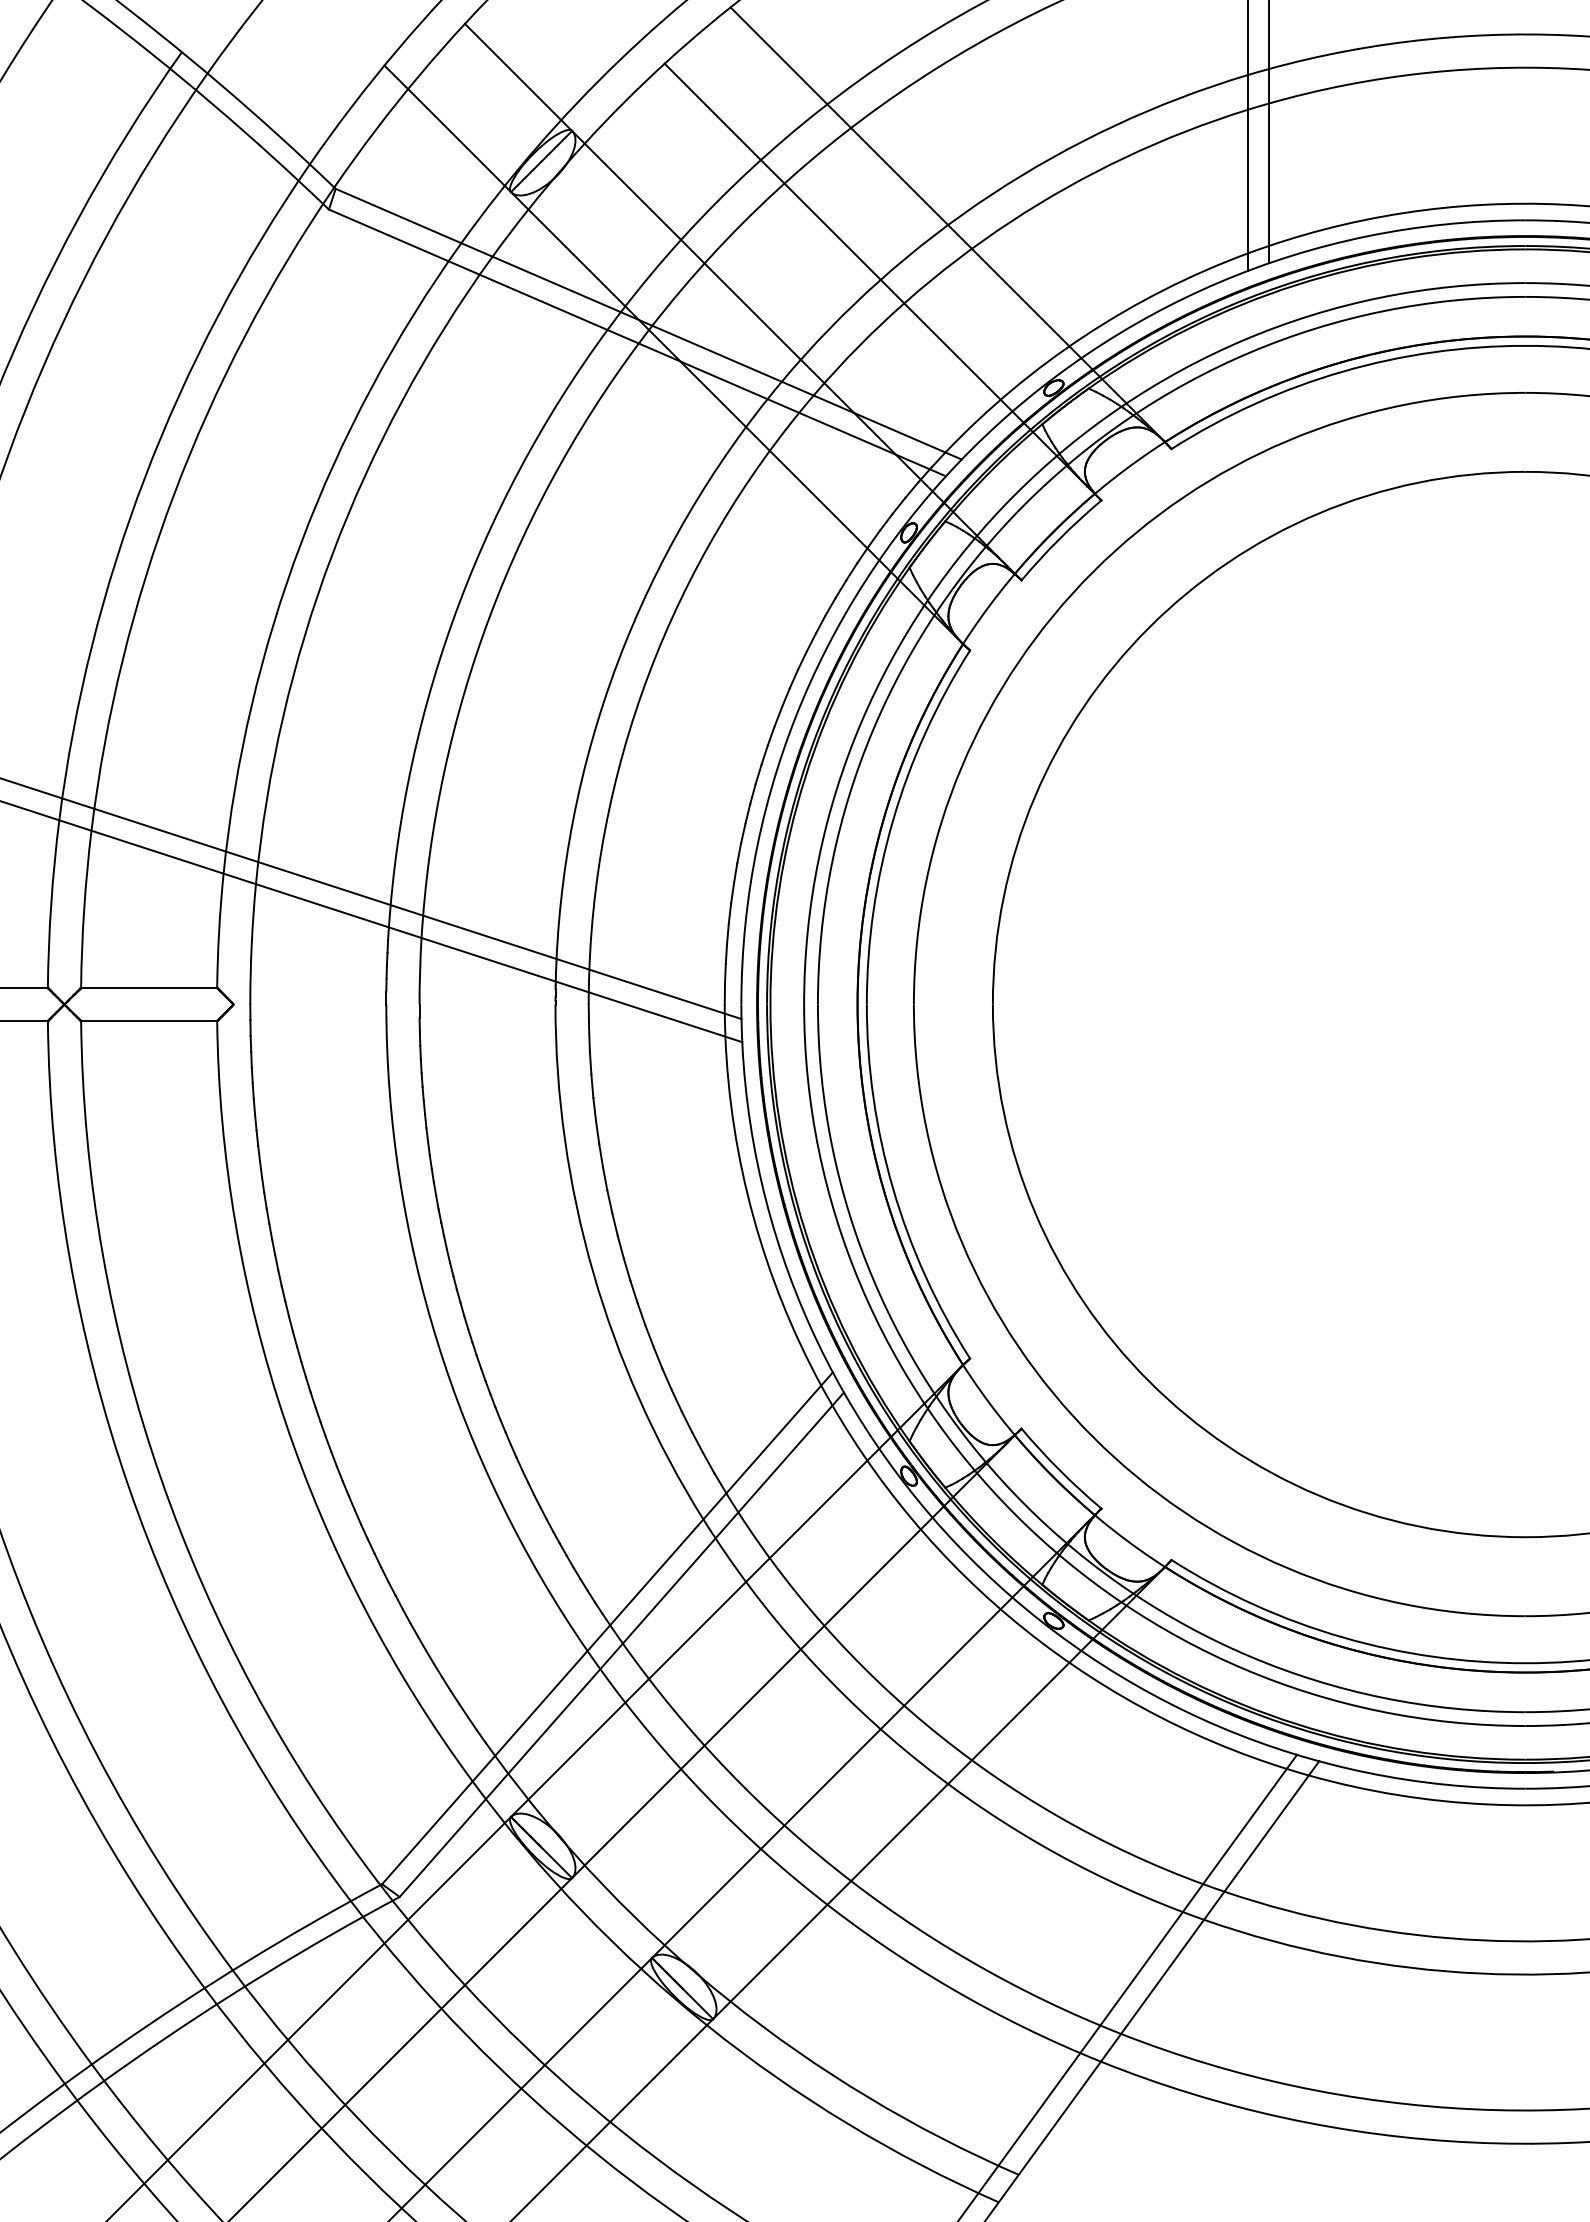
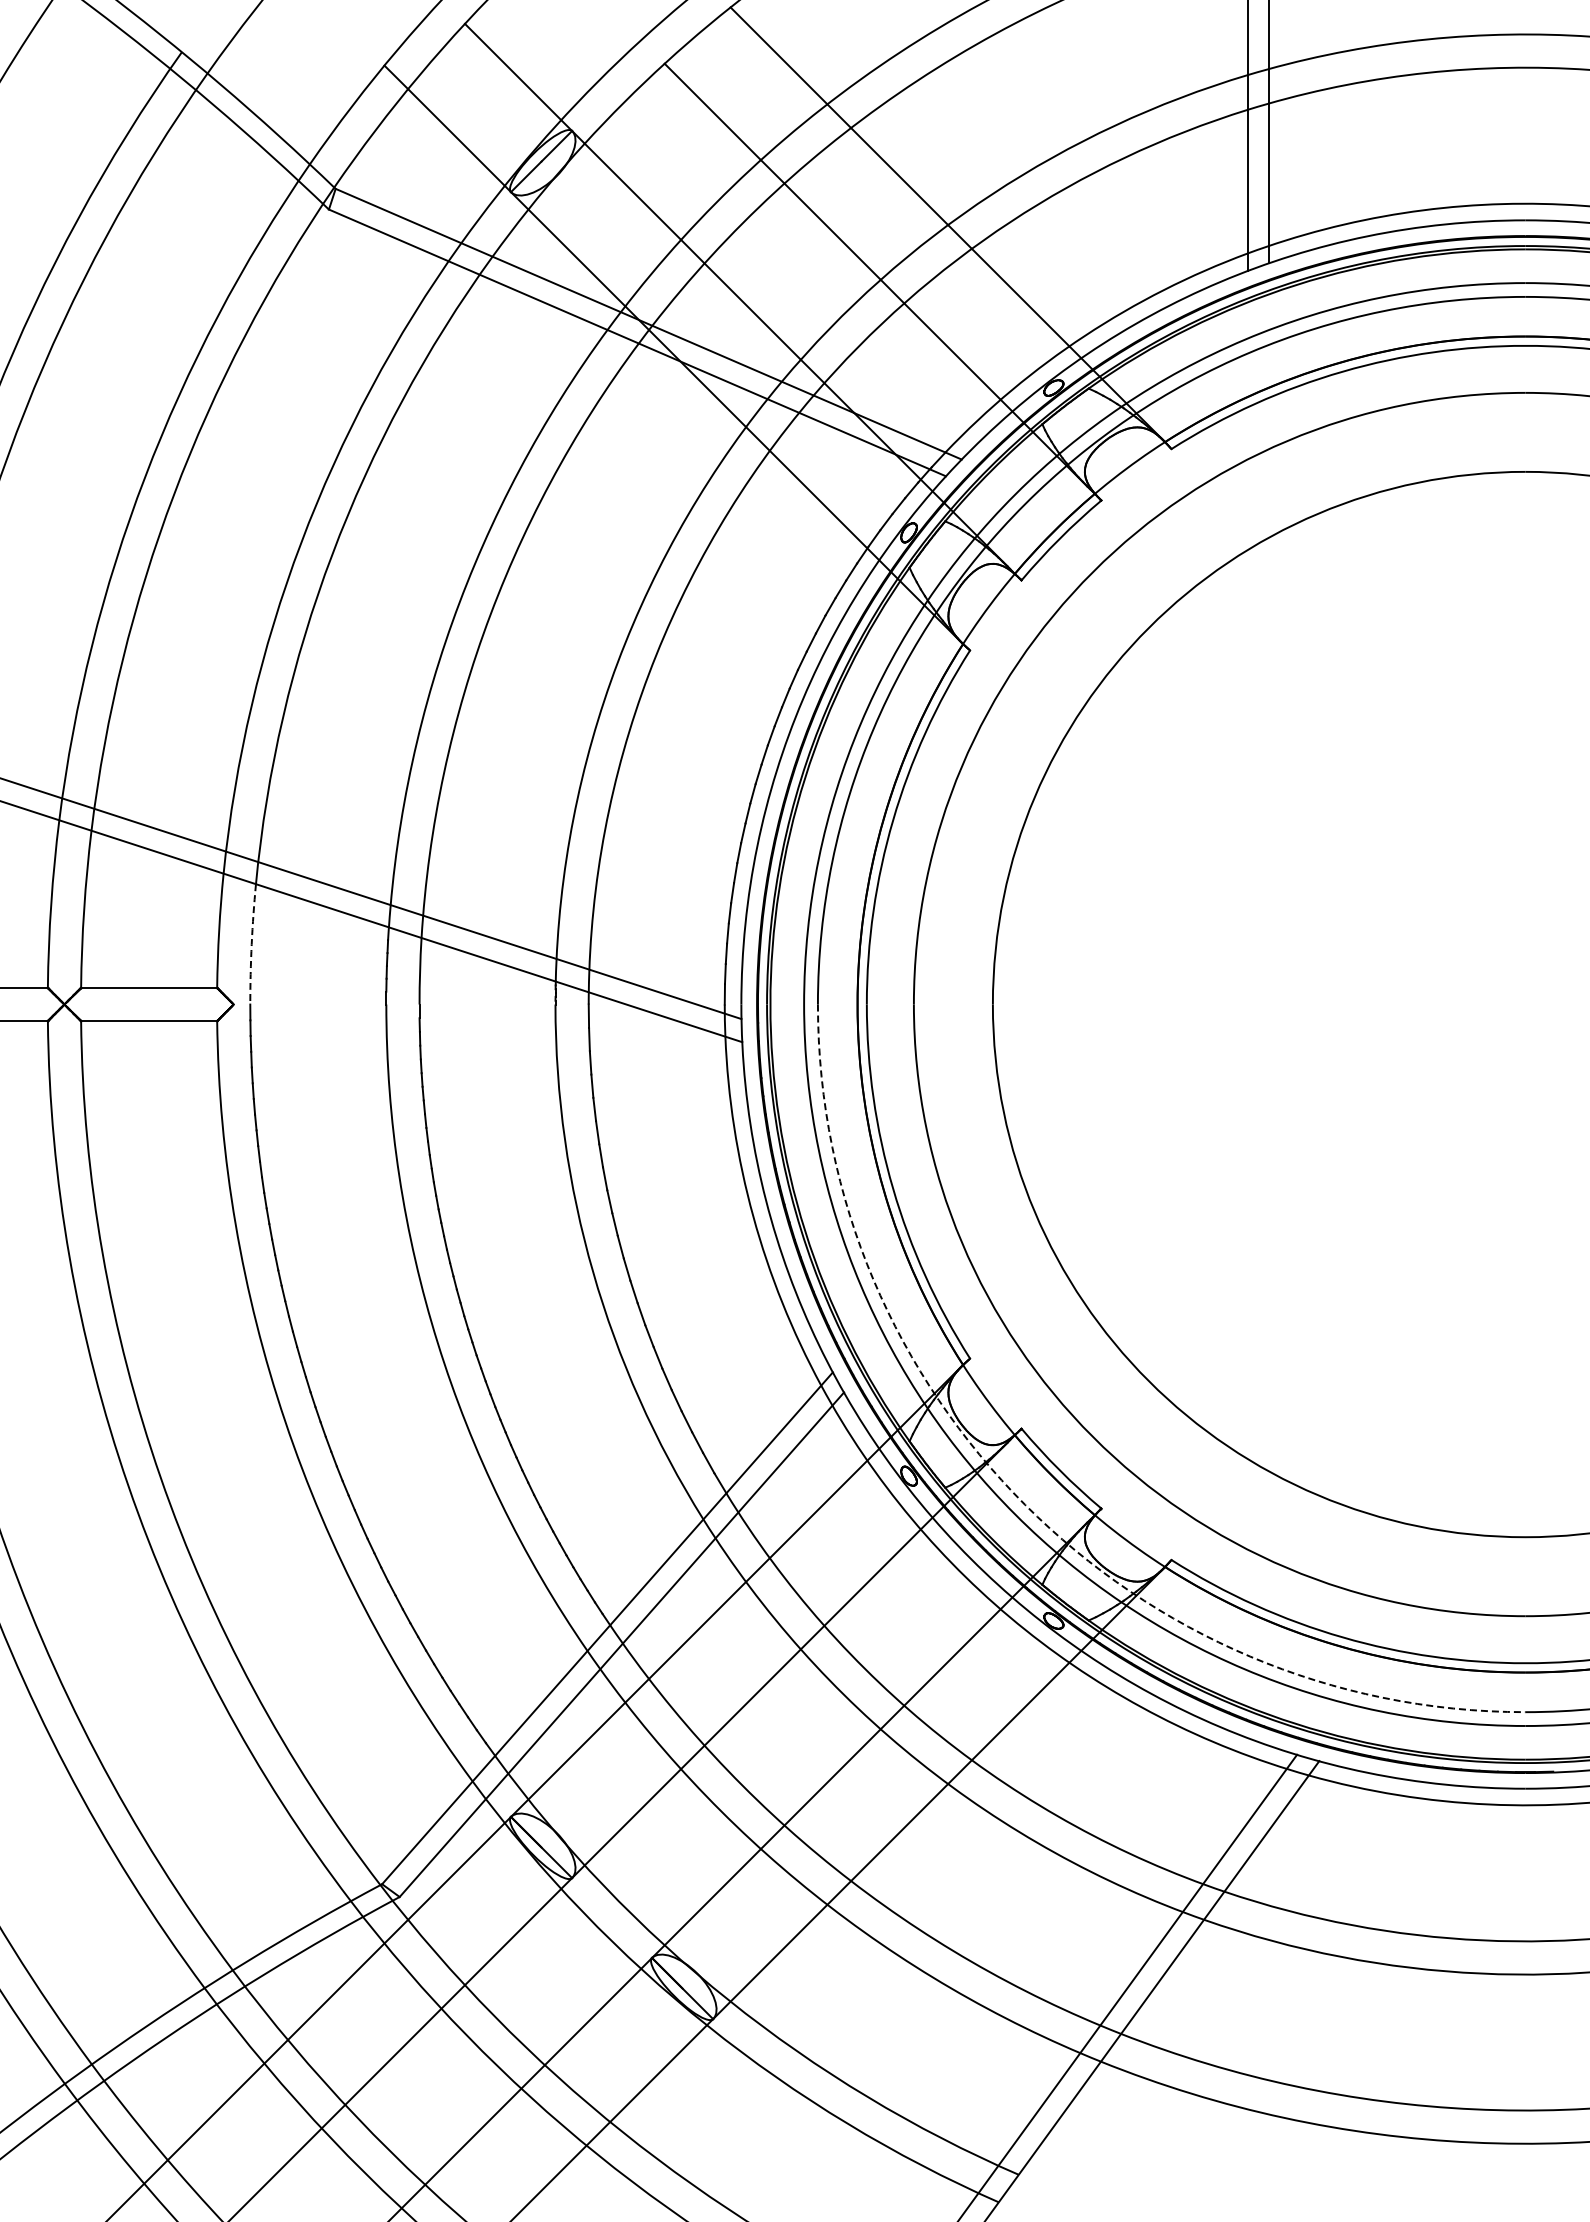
arc at (251, 944): solid -> dashed
arc at (1025, 1504): solid -> dashed
